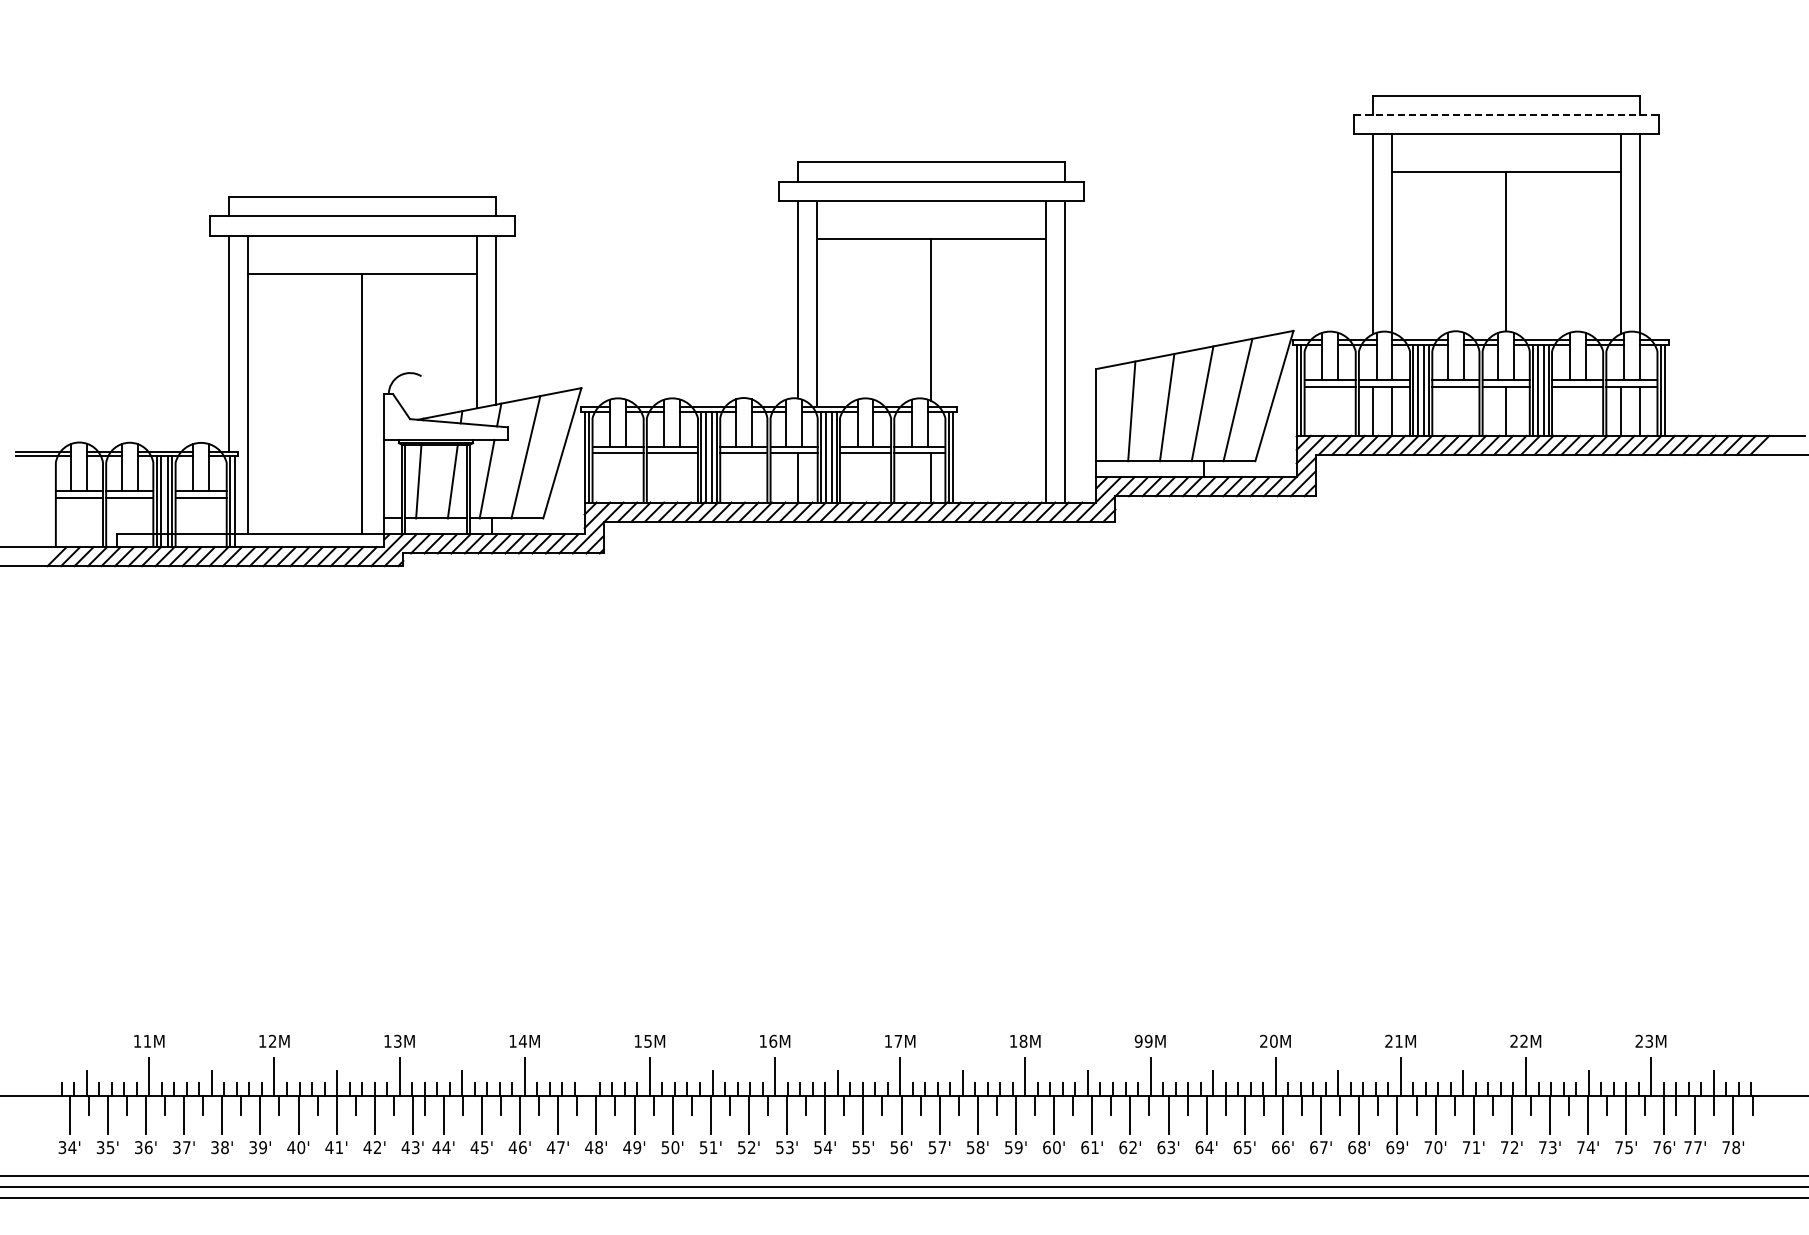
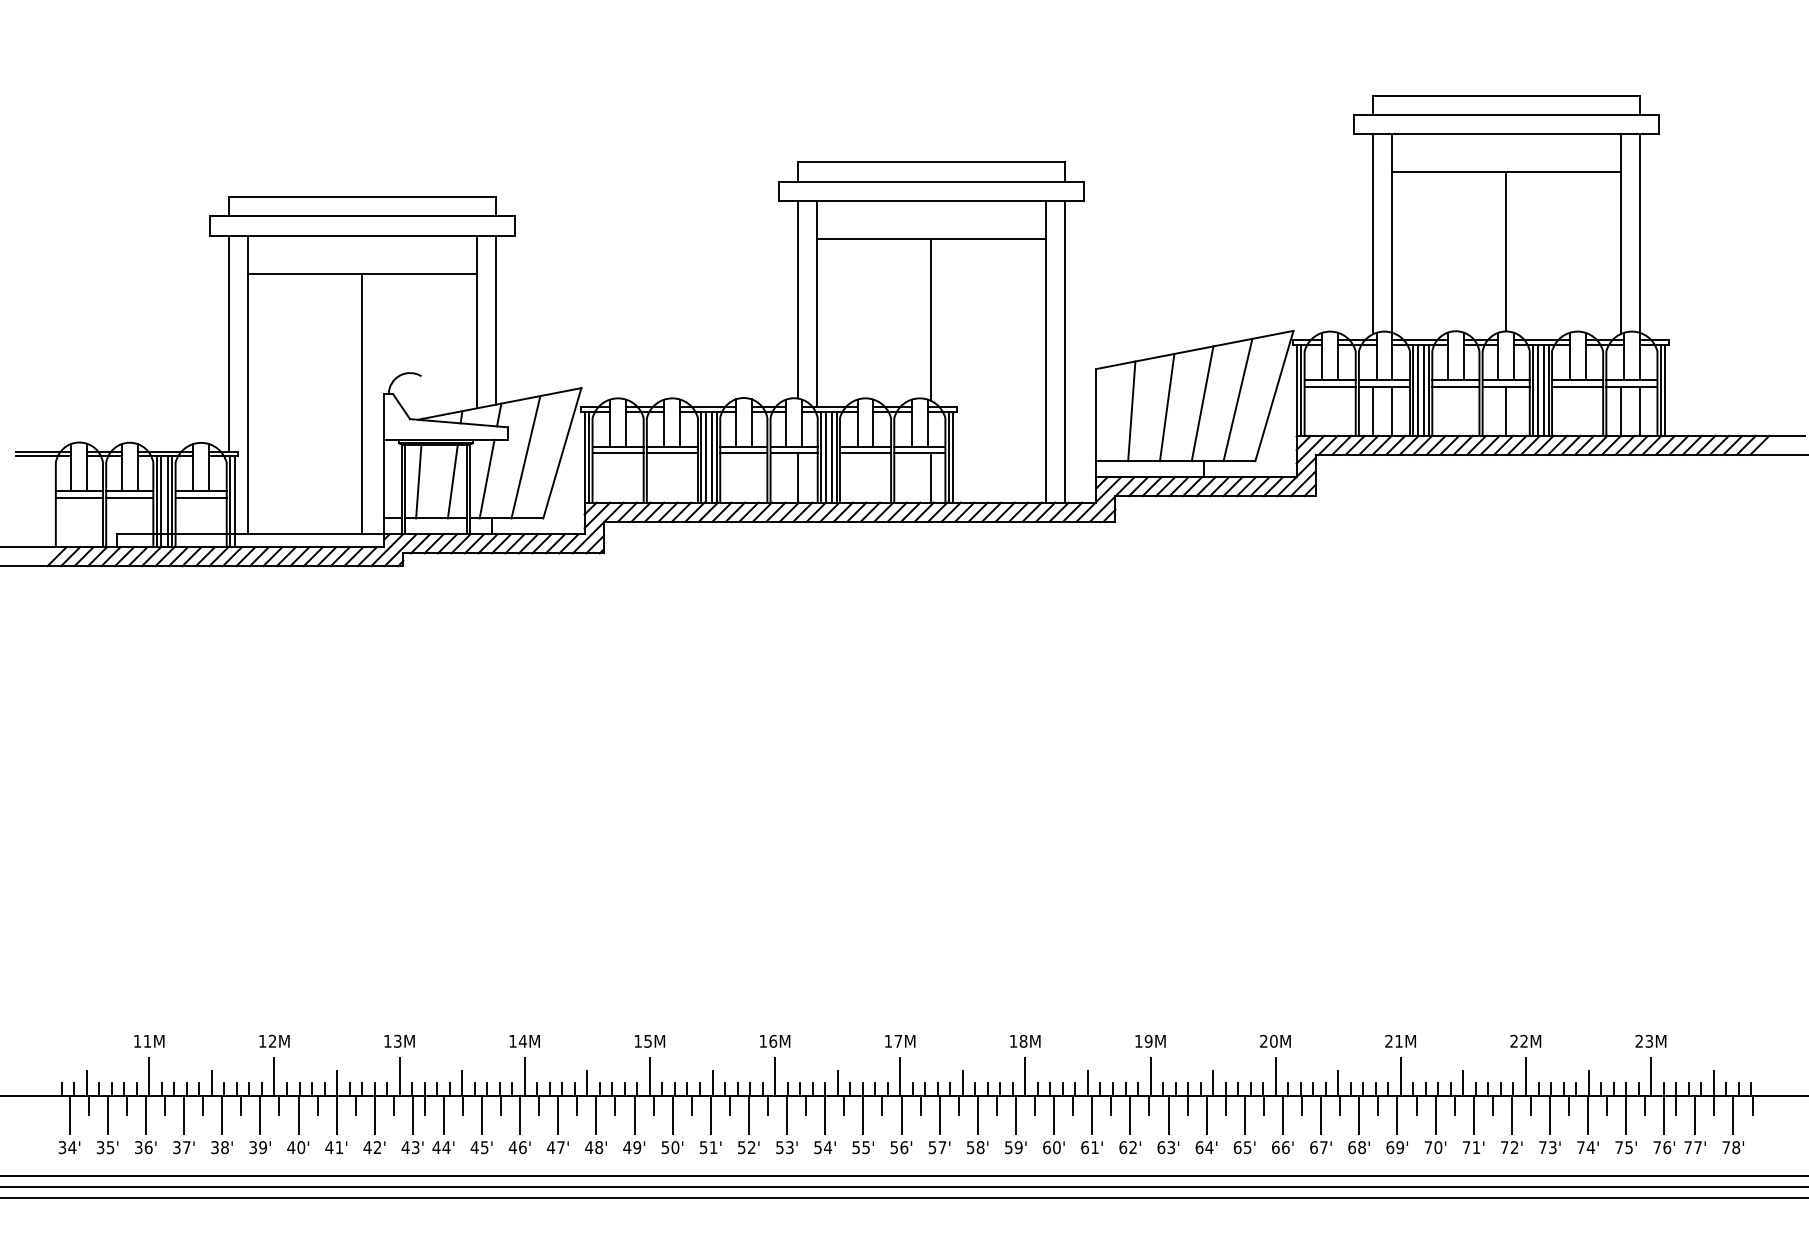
line at (1506, 114): dashed -> solid
text at (1138, 1040): 99M -> 19M
line at (587, 1082): none -> present
